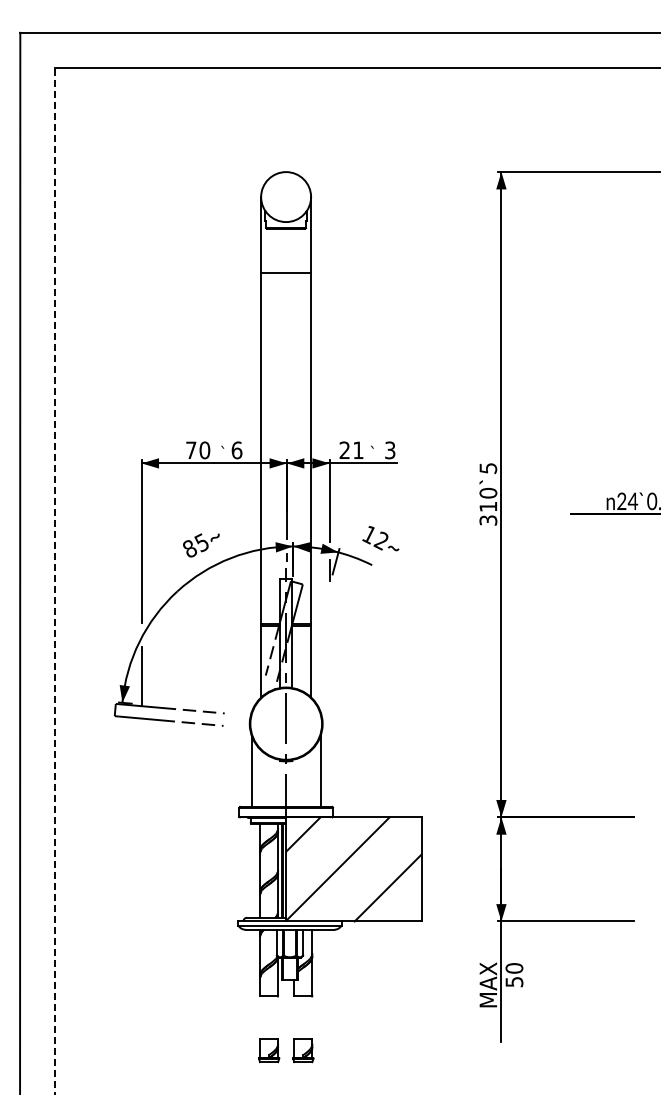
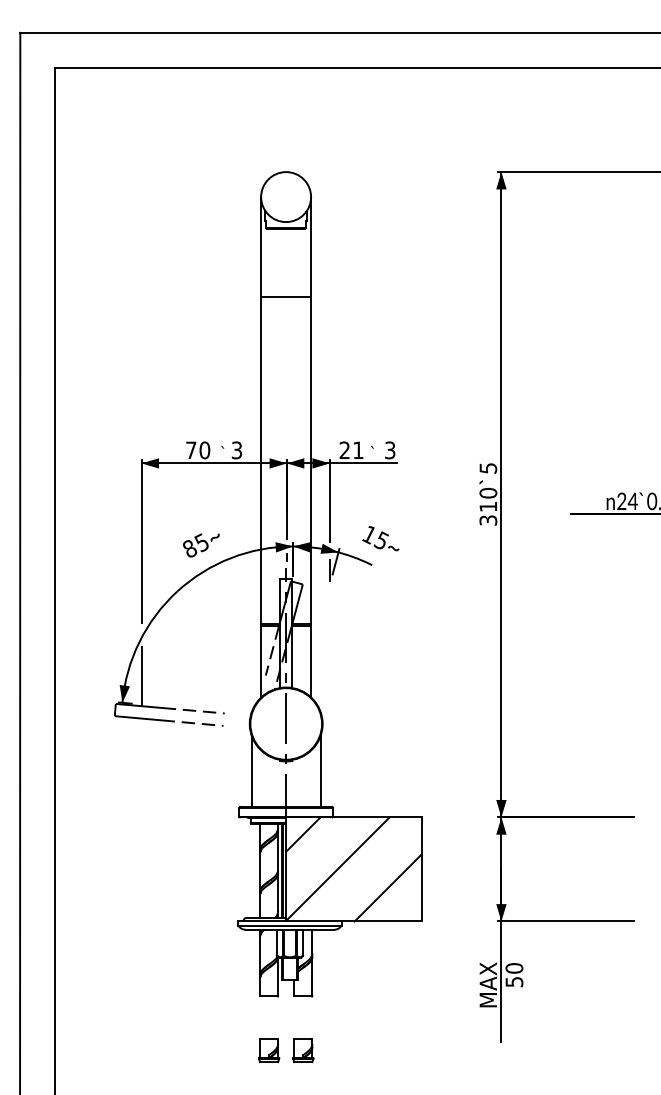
line at (286, 273) position: (286, 273) -> (286, 297)
text at (236, 450): 6 -> 3
text at (380, 540): 12 -> 15
line at (55, 580): dashed -> solid
